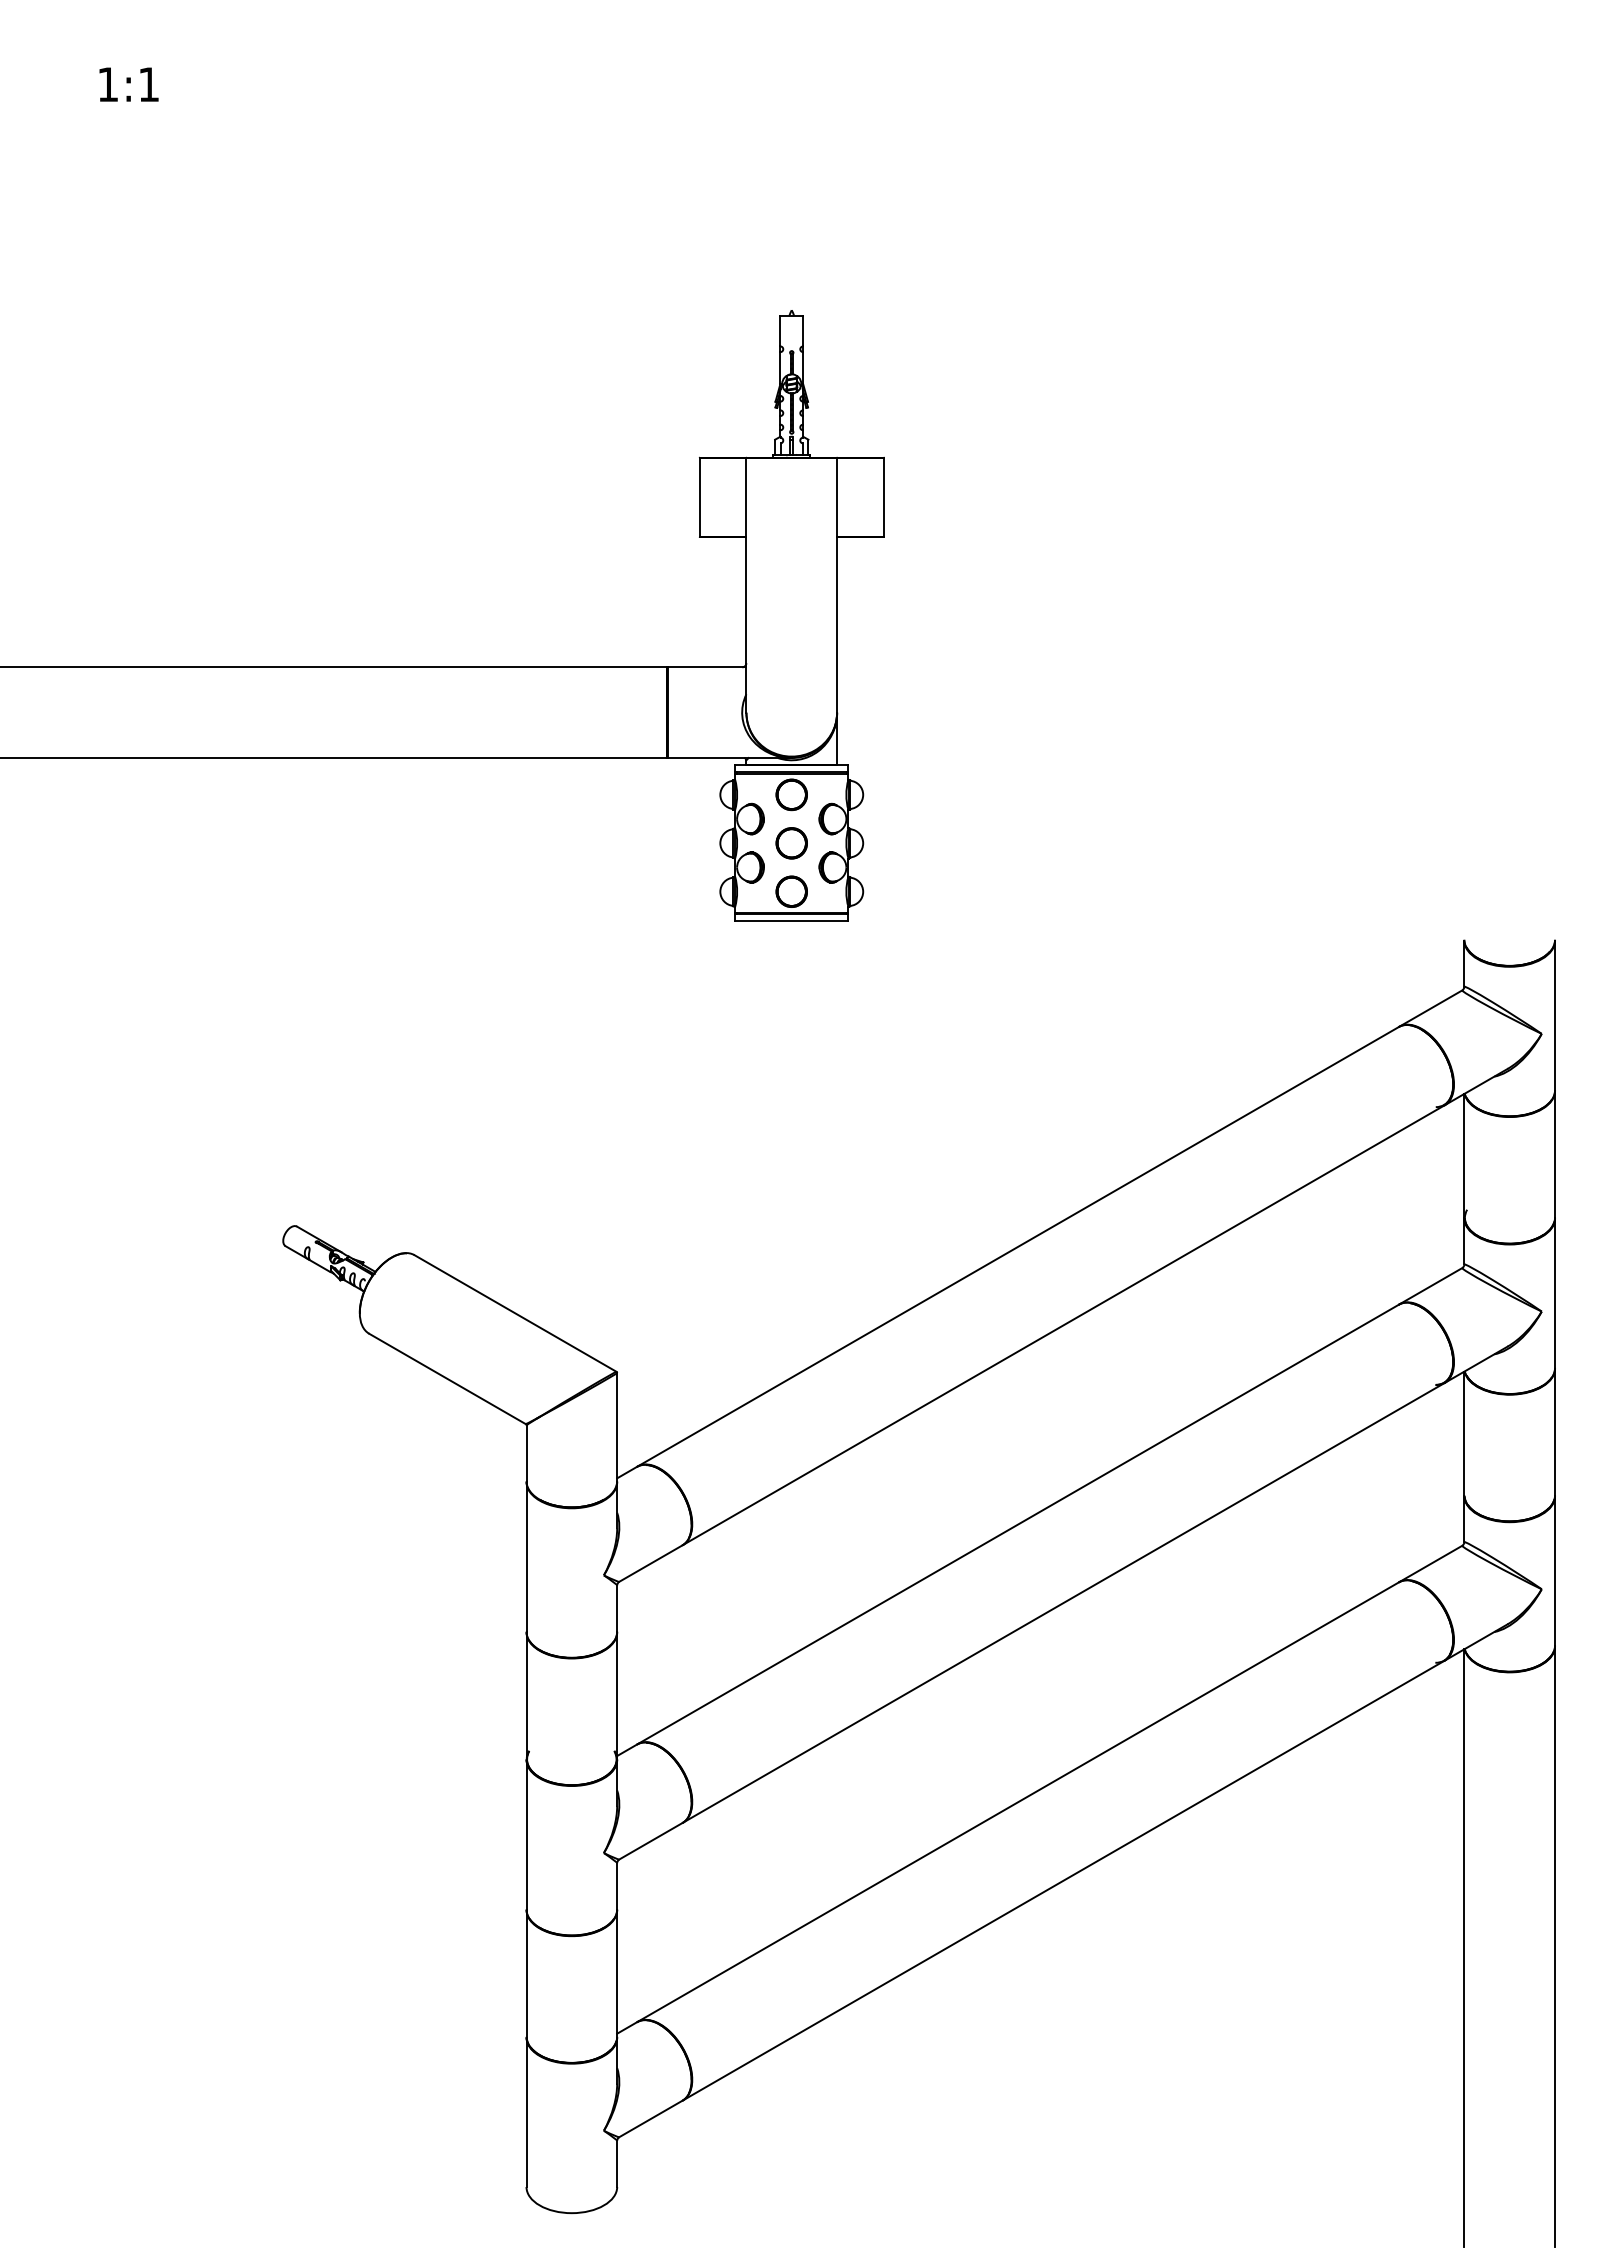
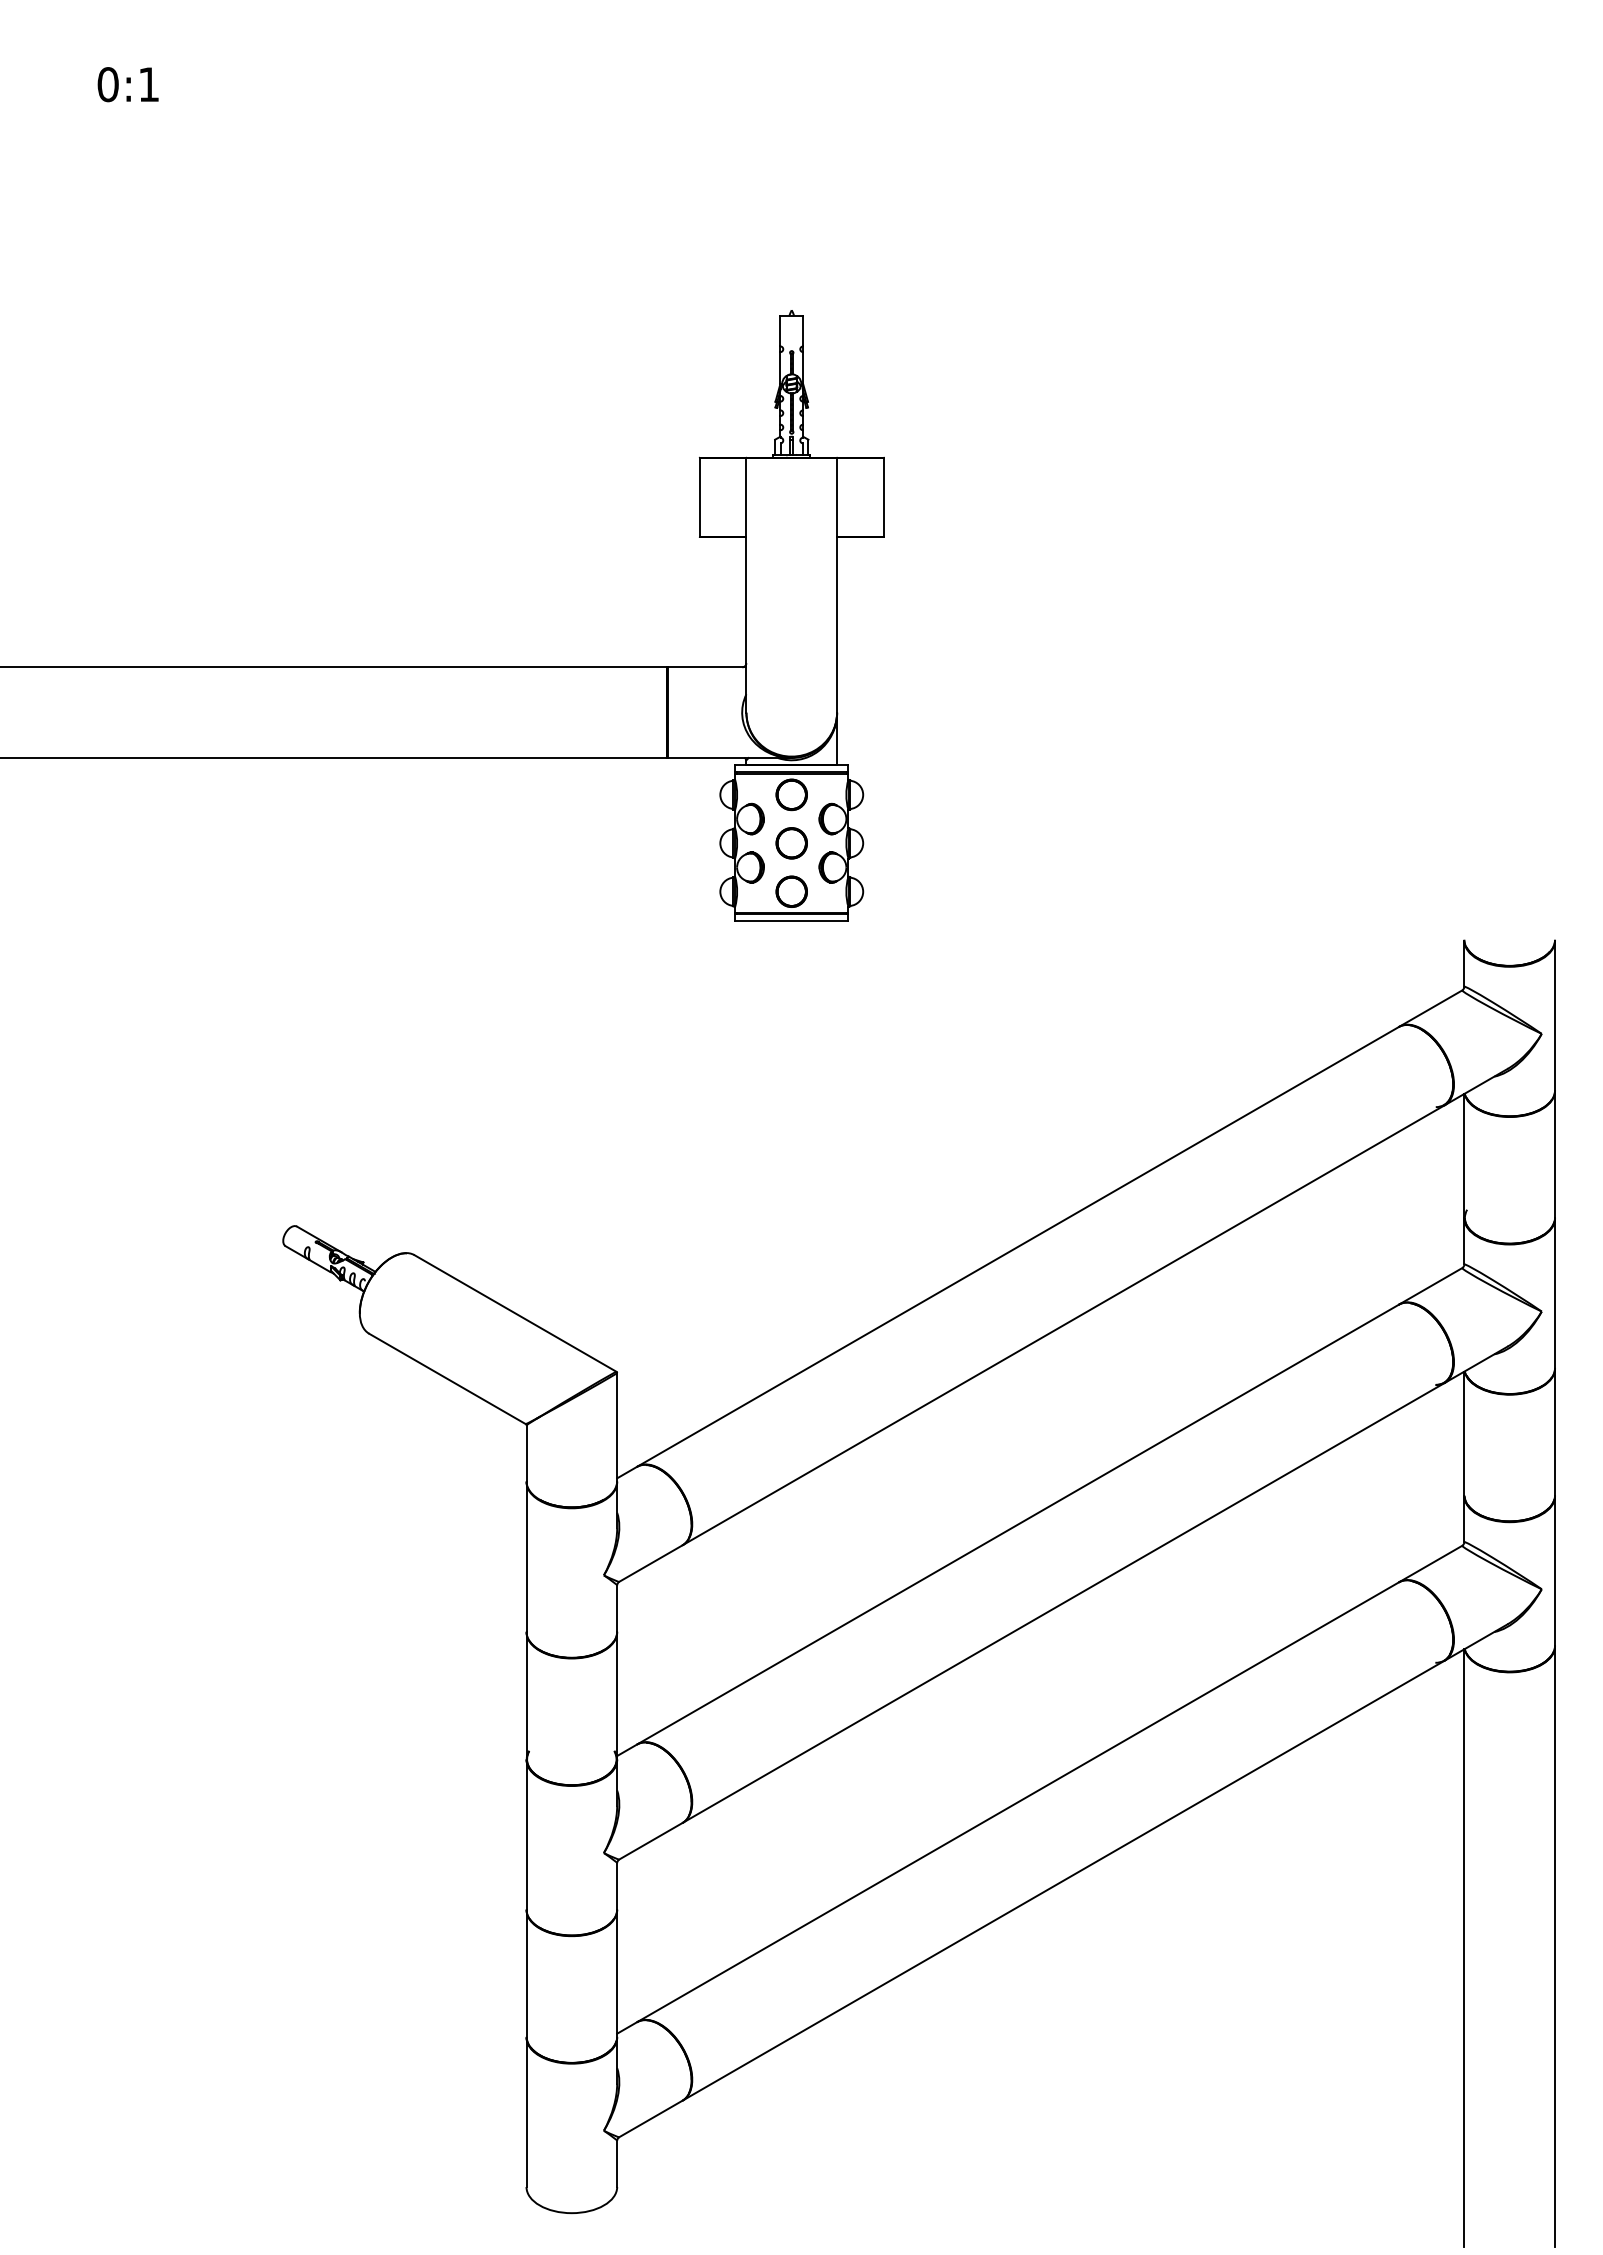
text at (107, 84): 1:1 -> 0:1
